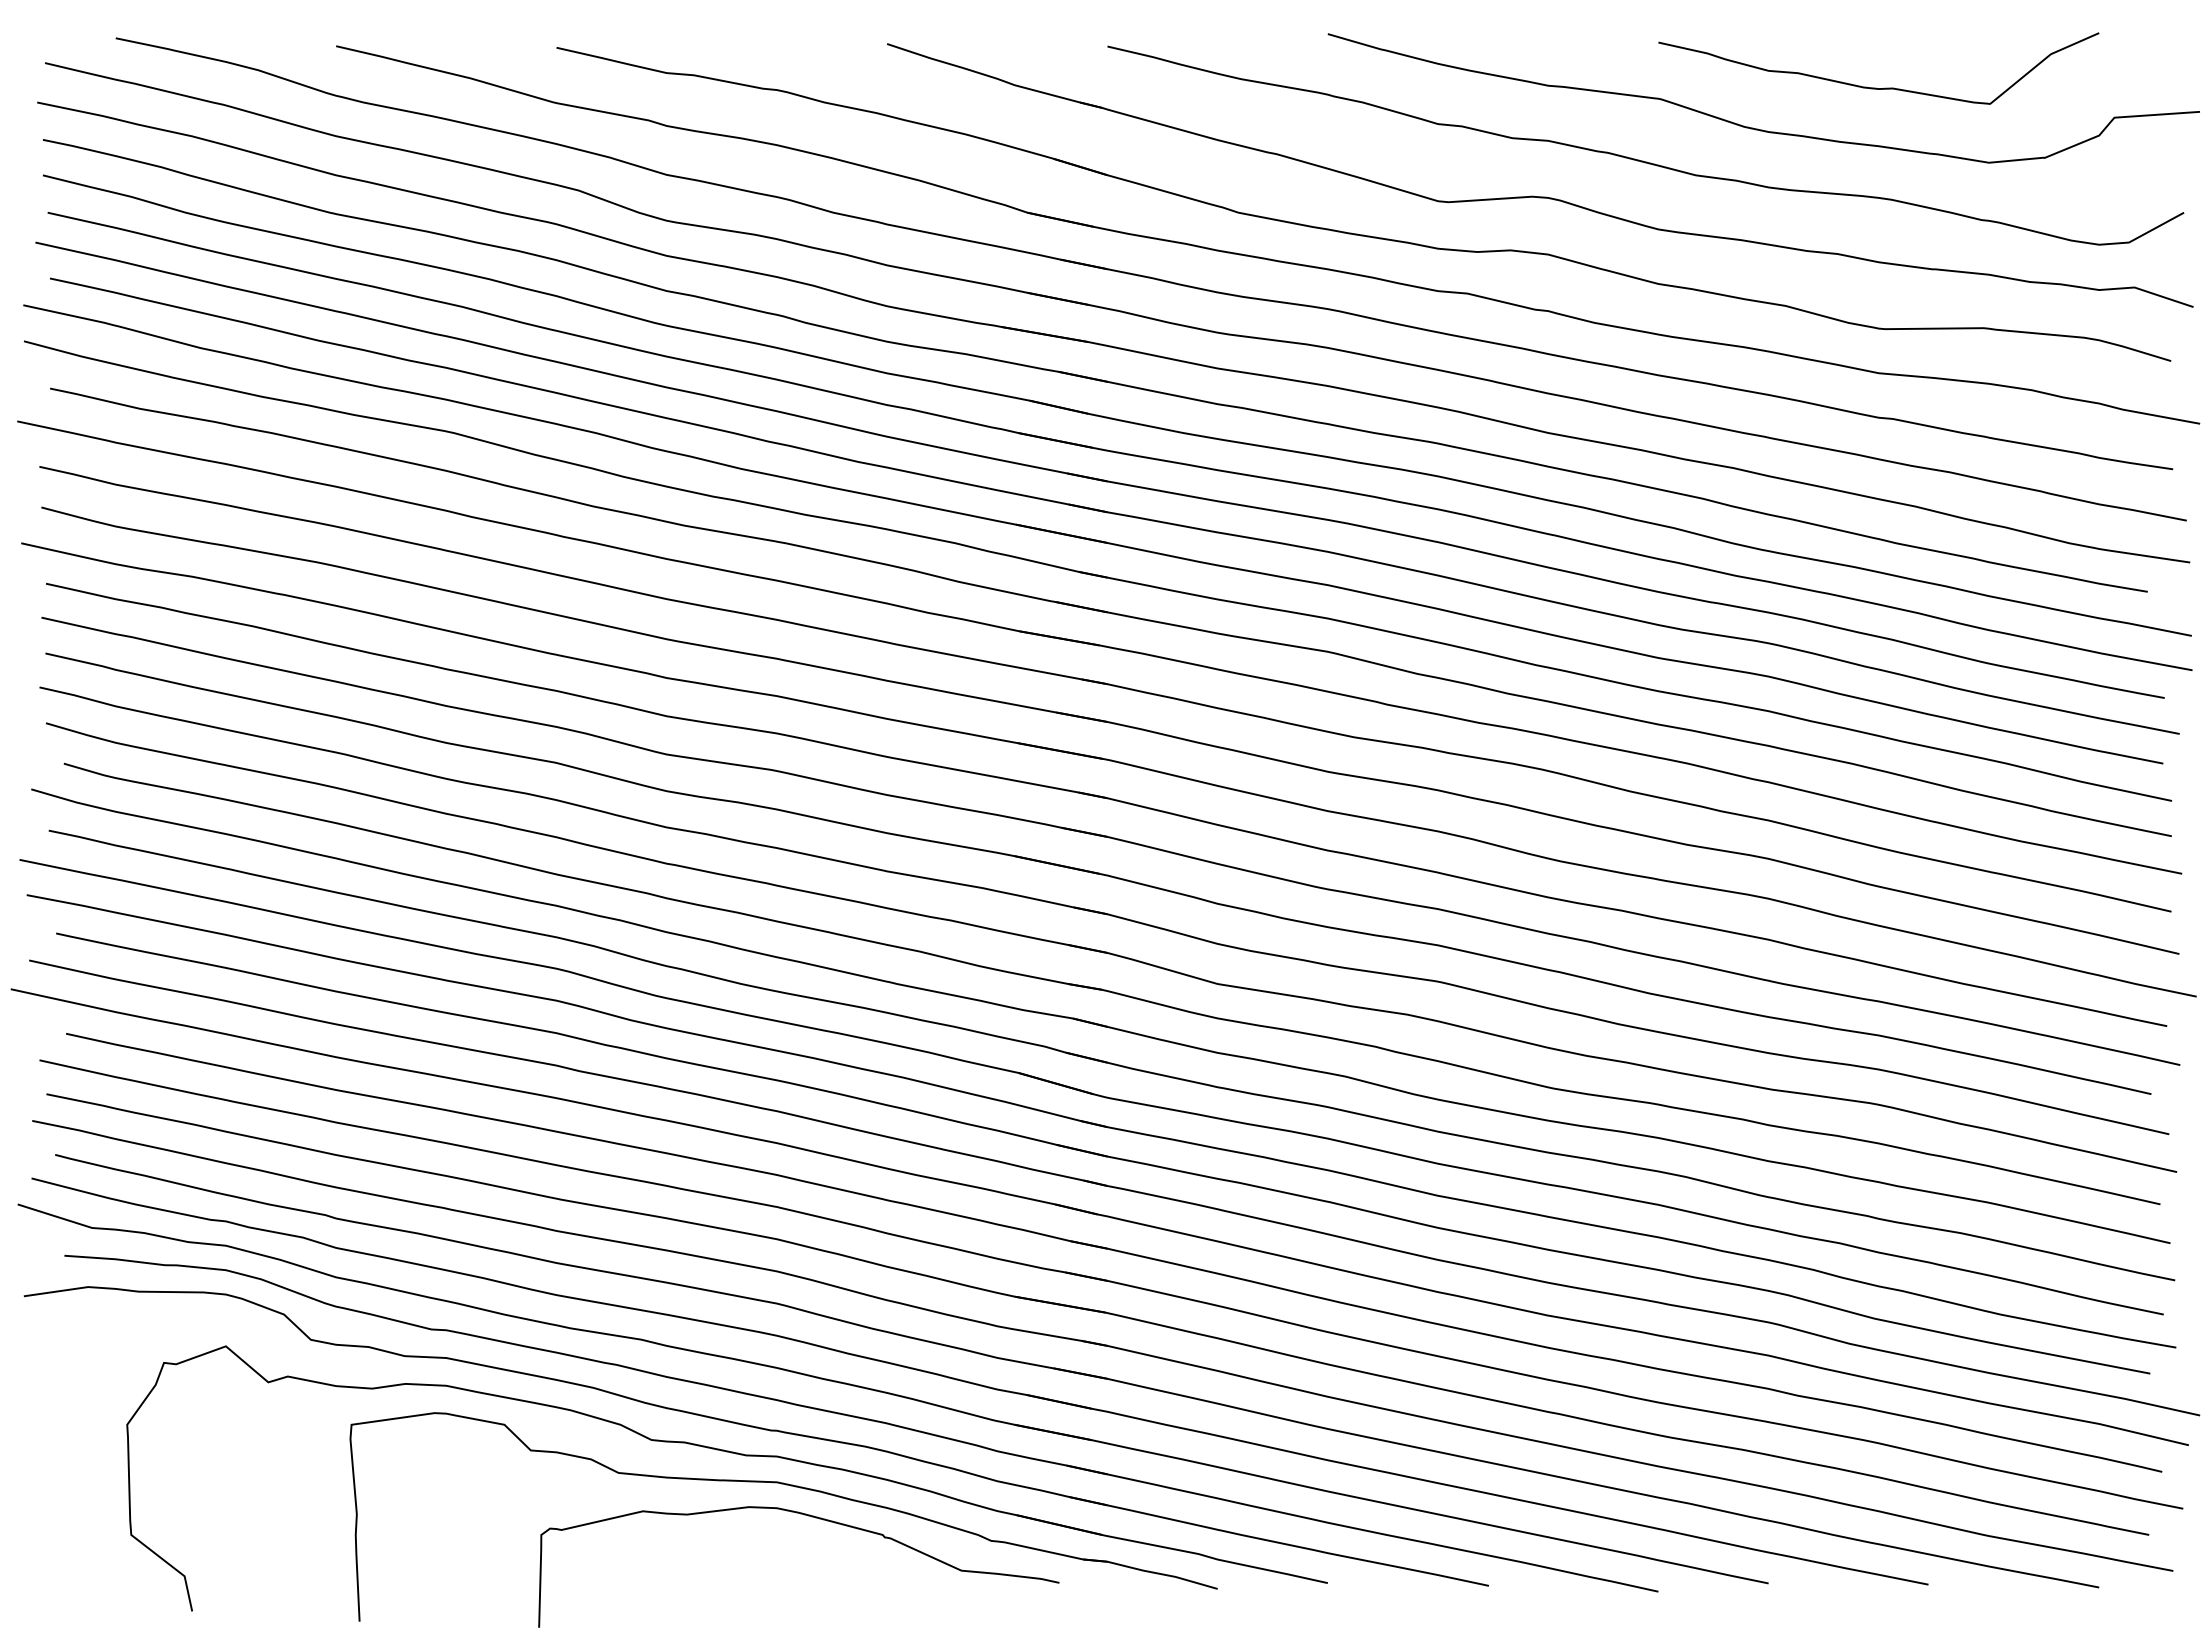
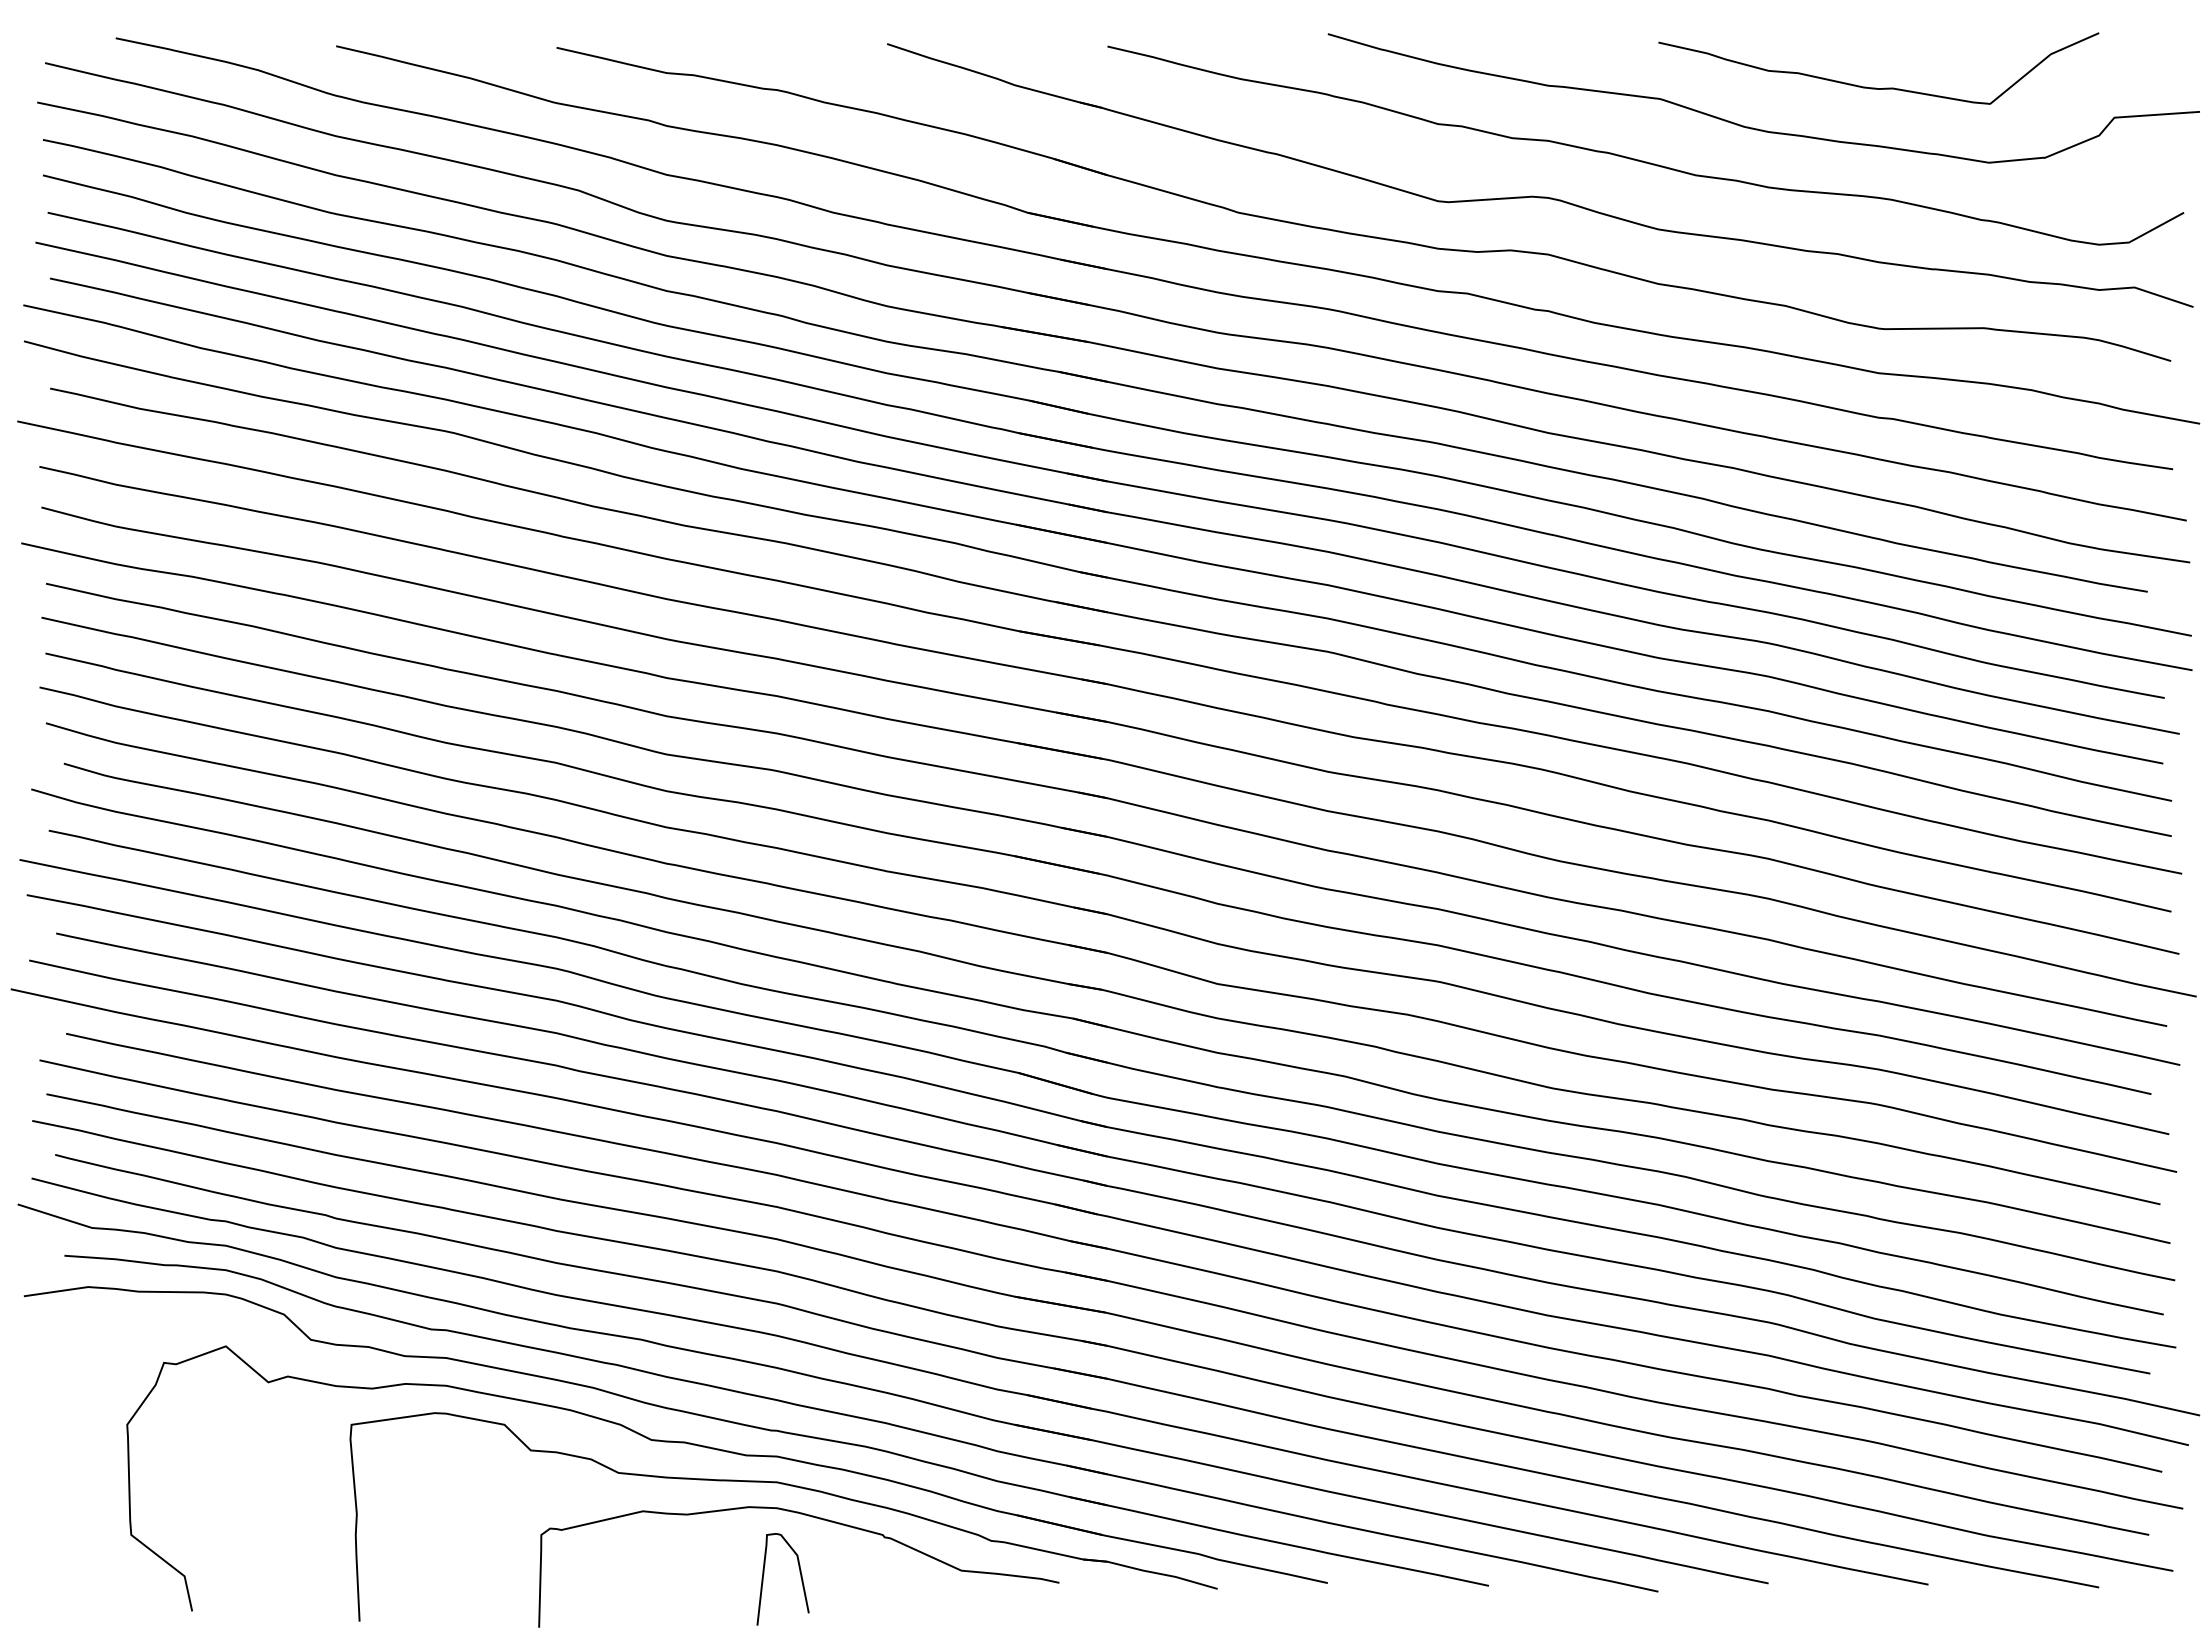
curve at (800, 1577): none -> present
